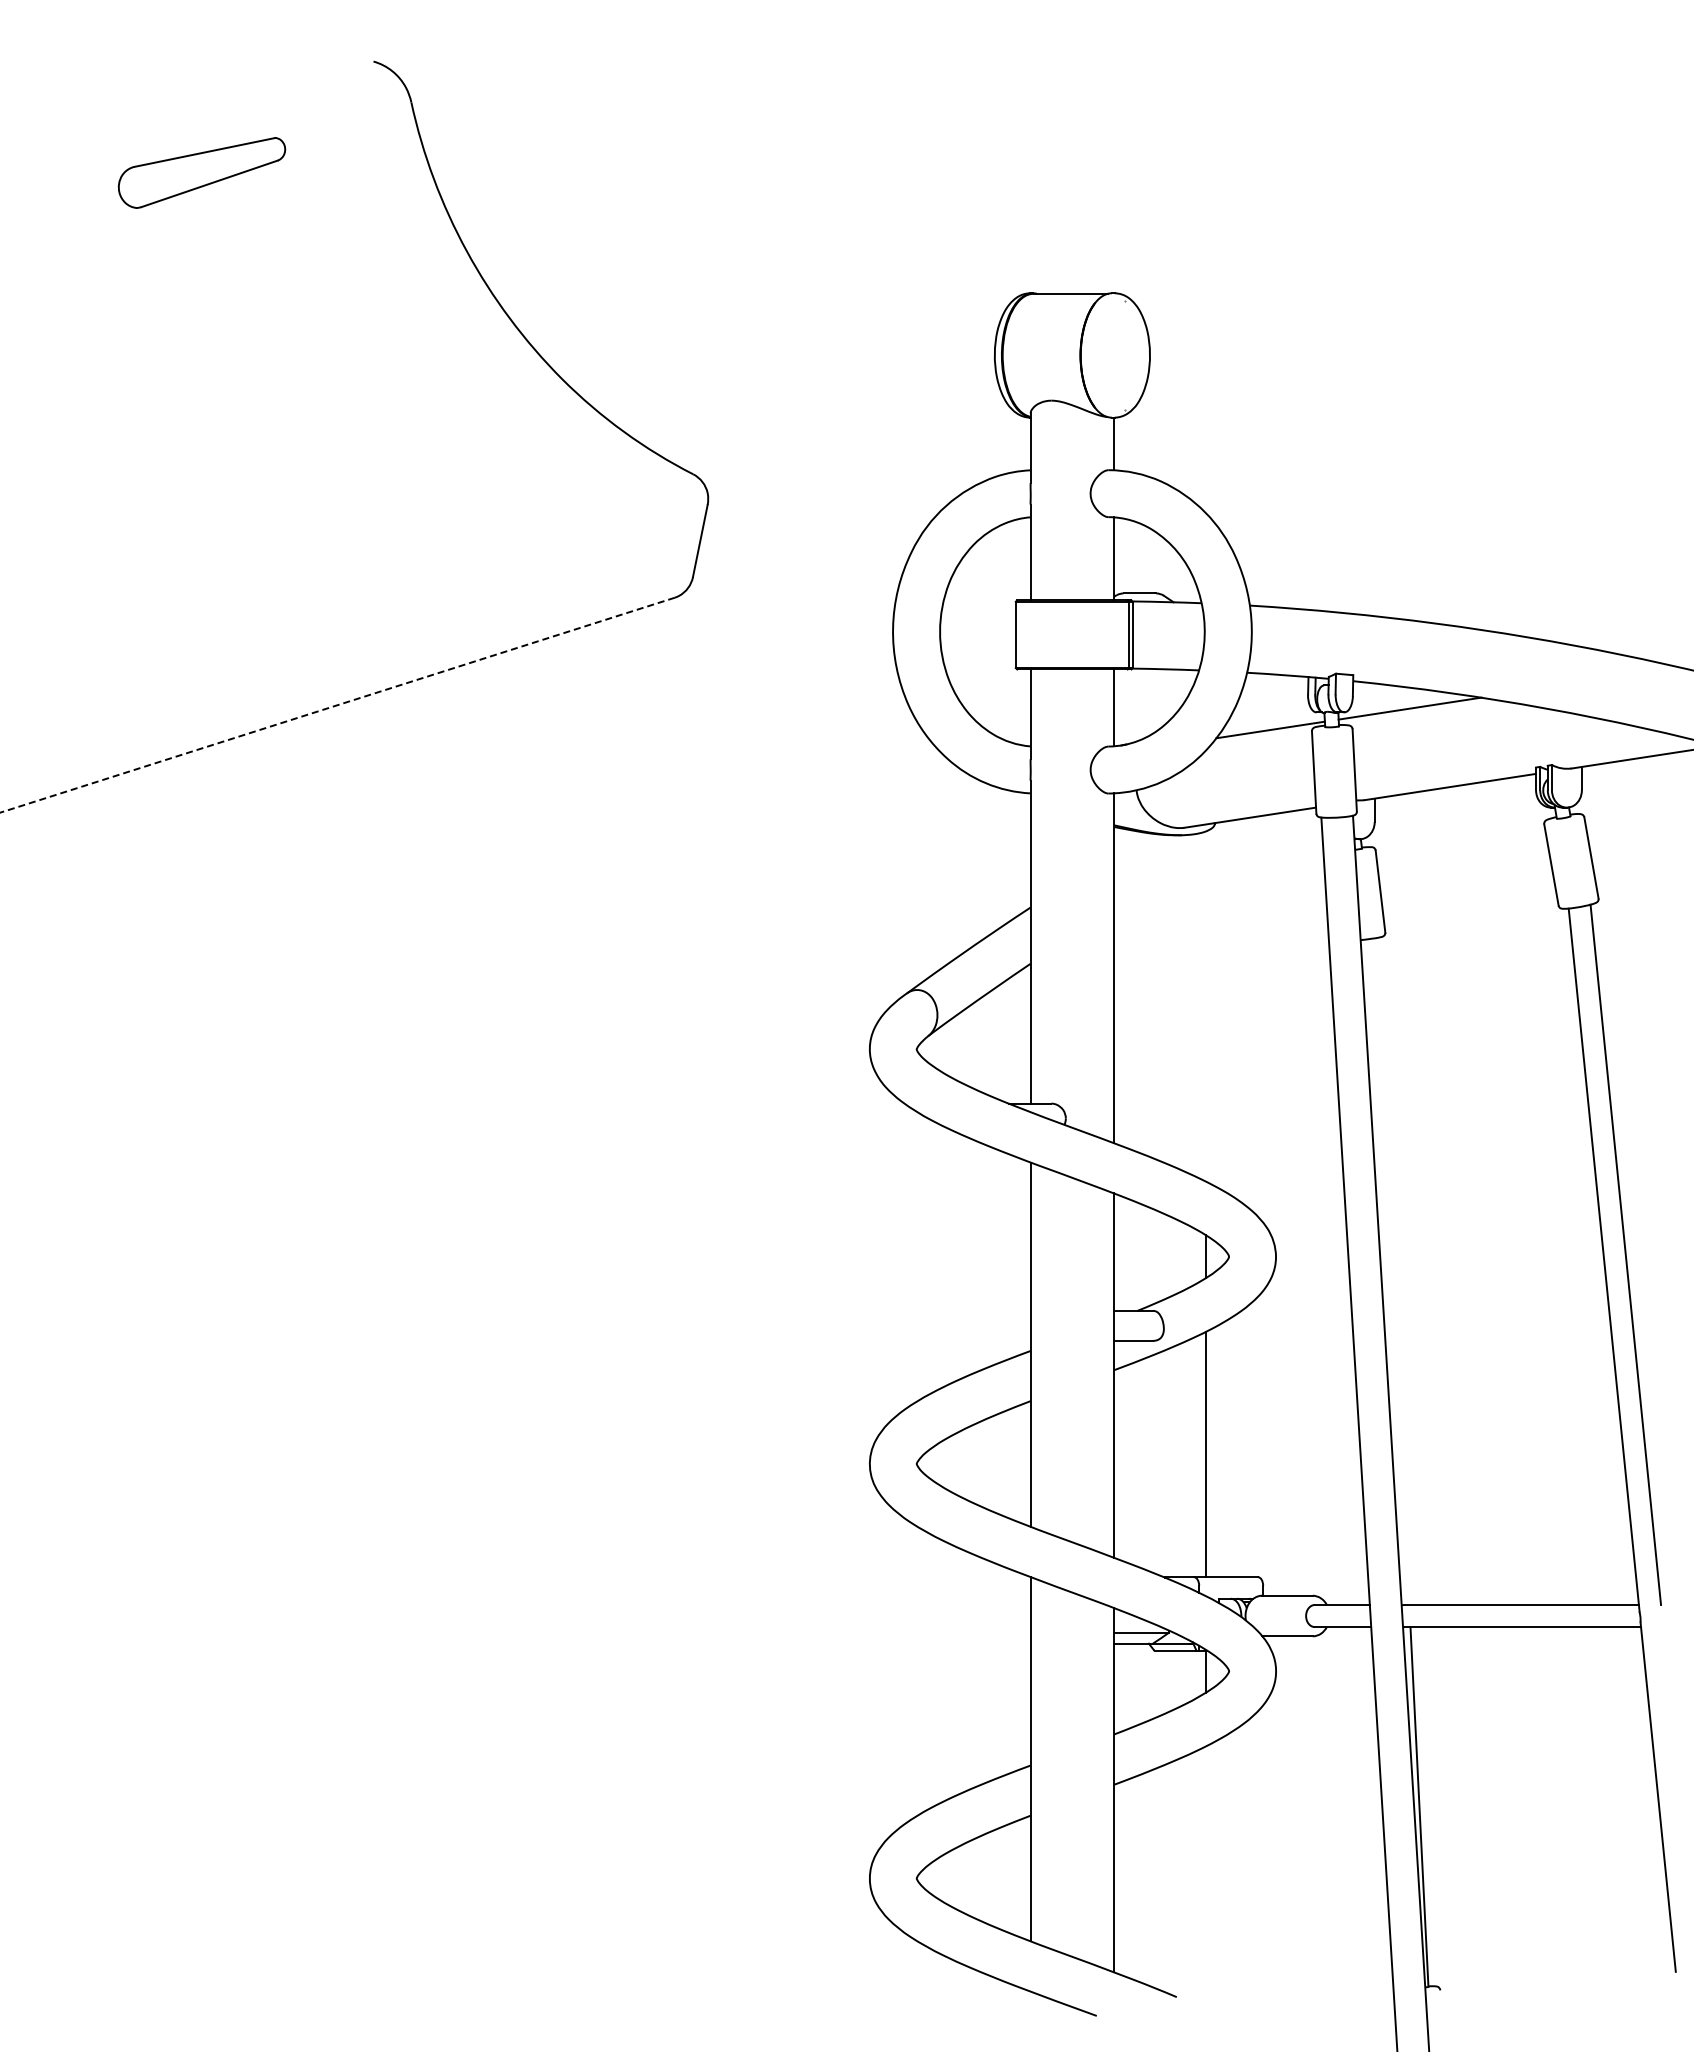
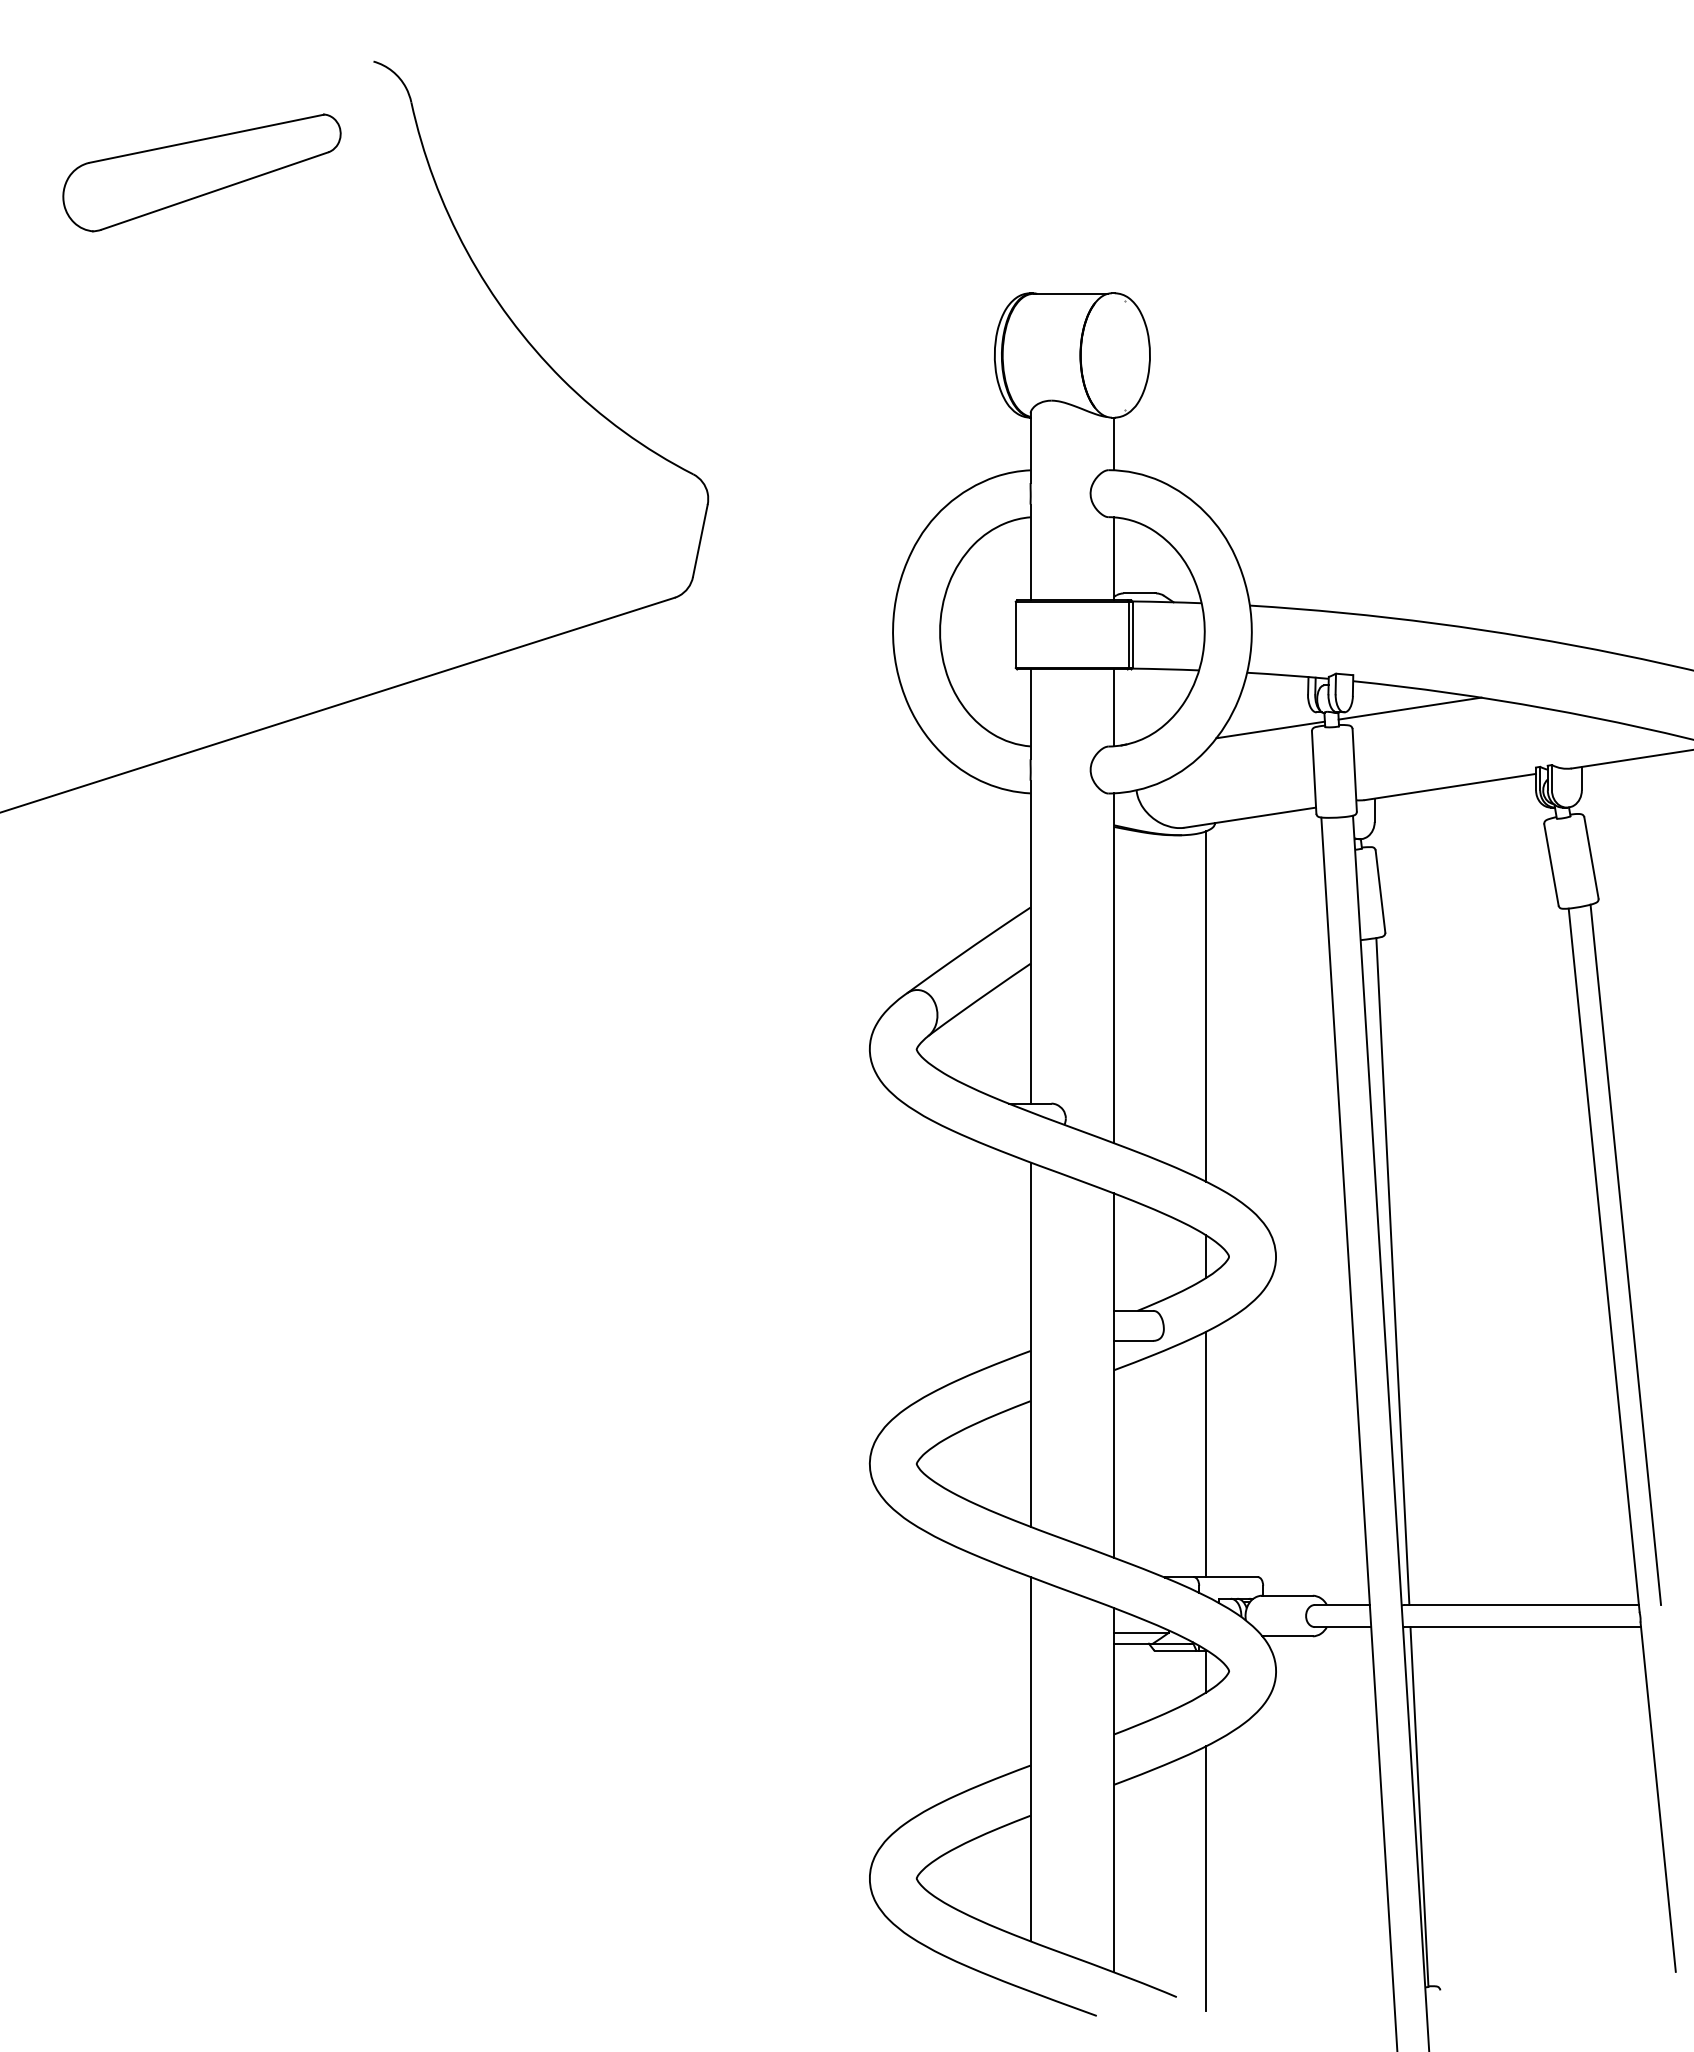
part at (201, 172) size: 170x72 px -> 280x120 px
line at (337, 705): dashed -> solid
line at (1205, 1006): none -> present
line at (1392, 1271): none -> present
line at (1205, 1878): none -> present
